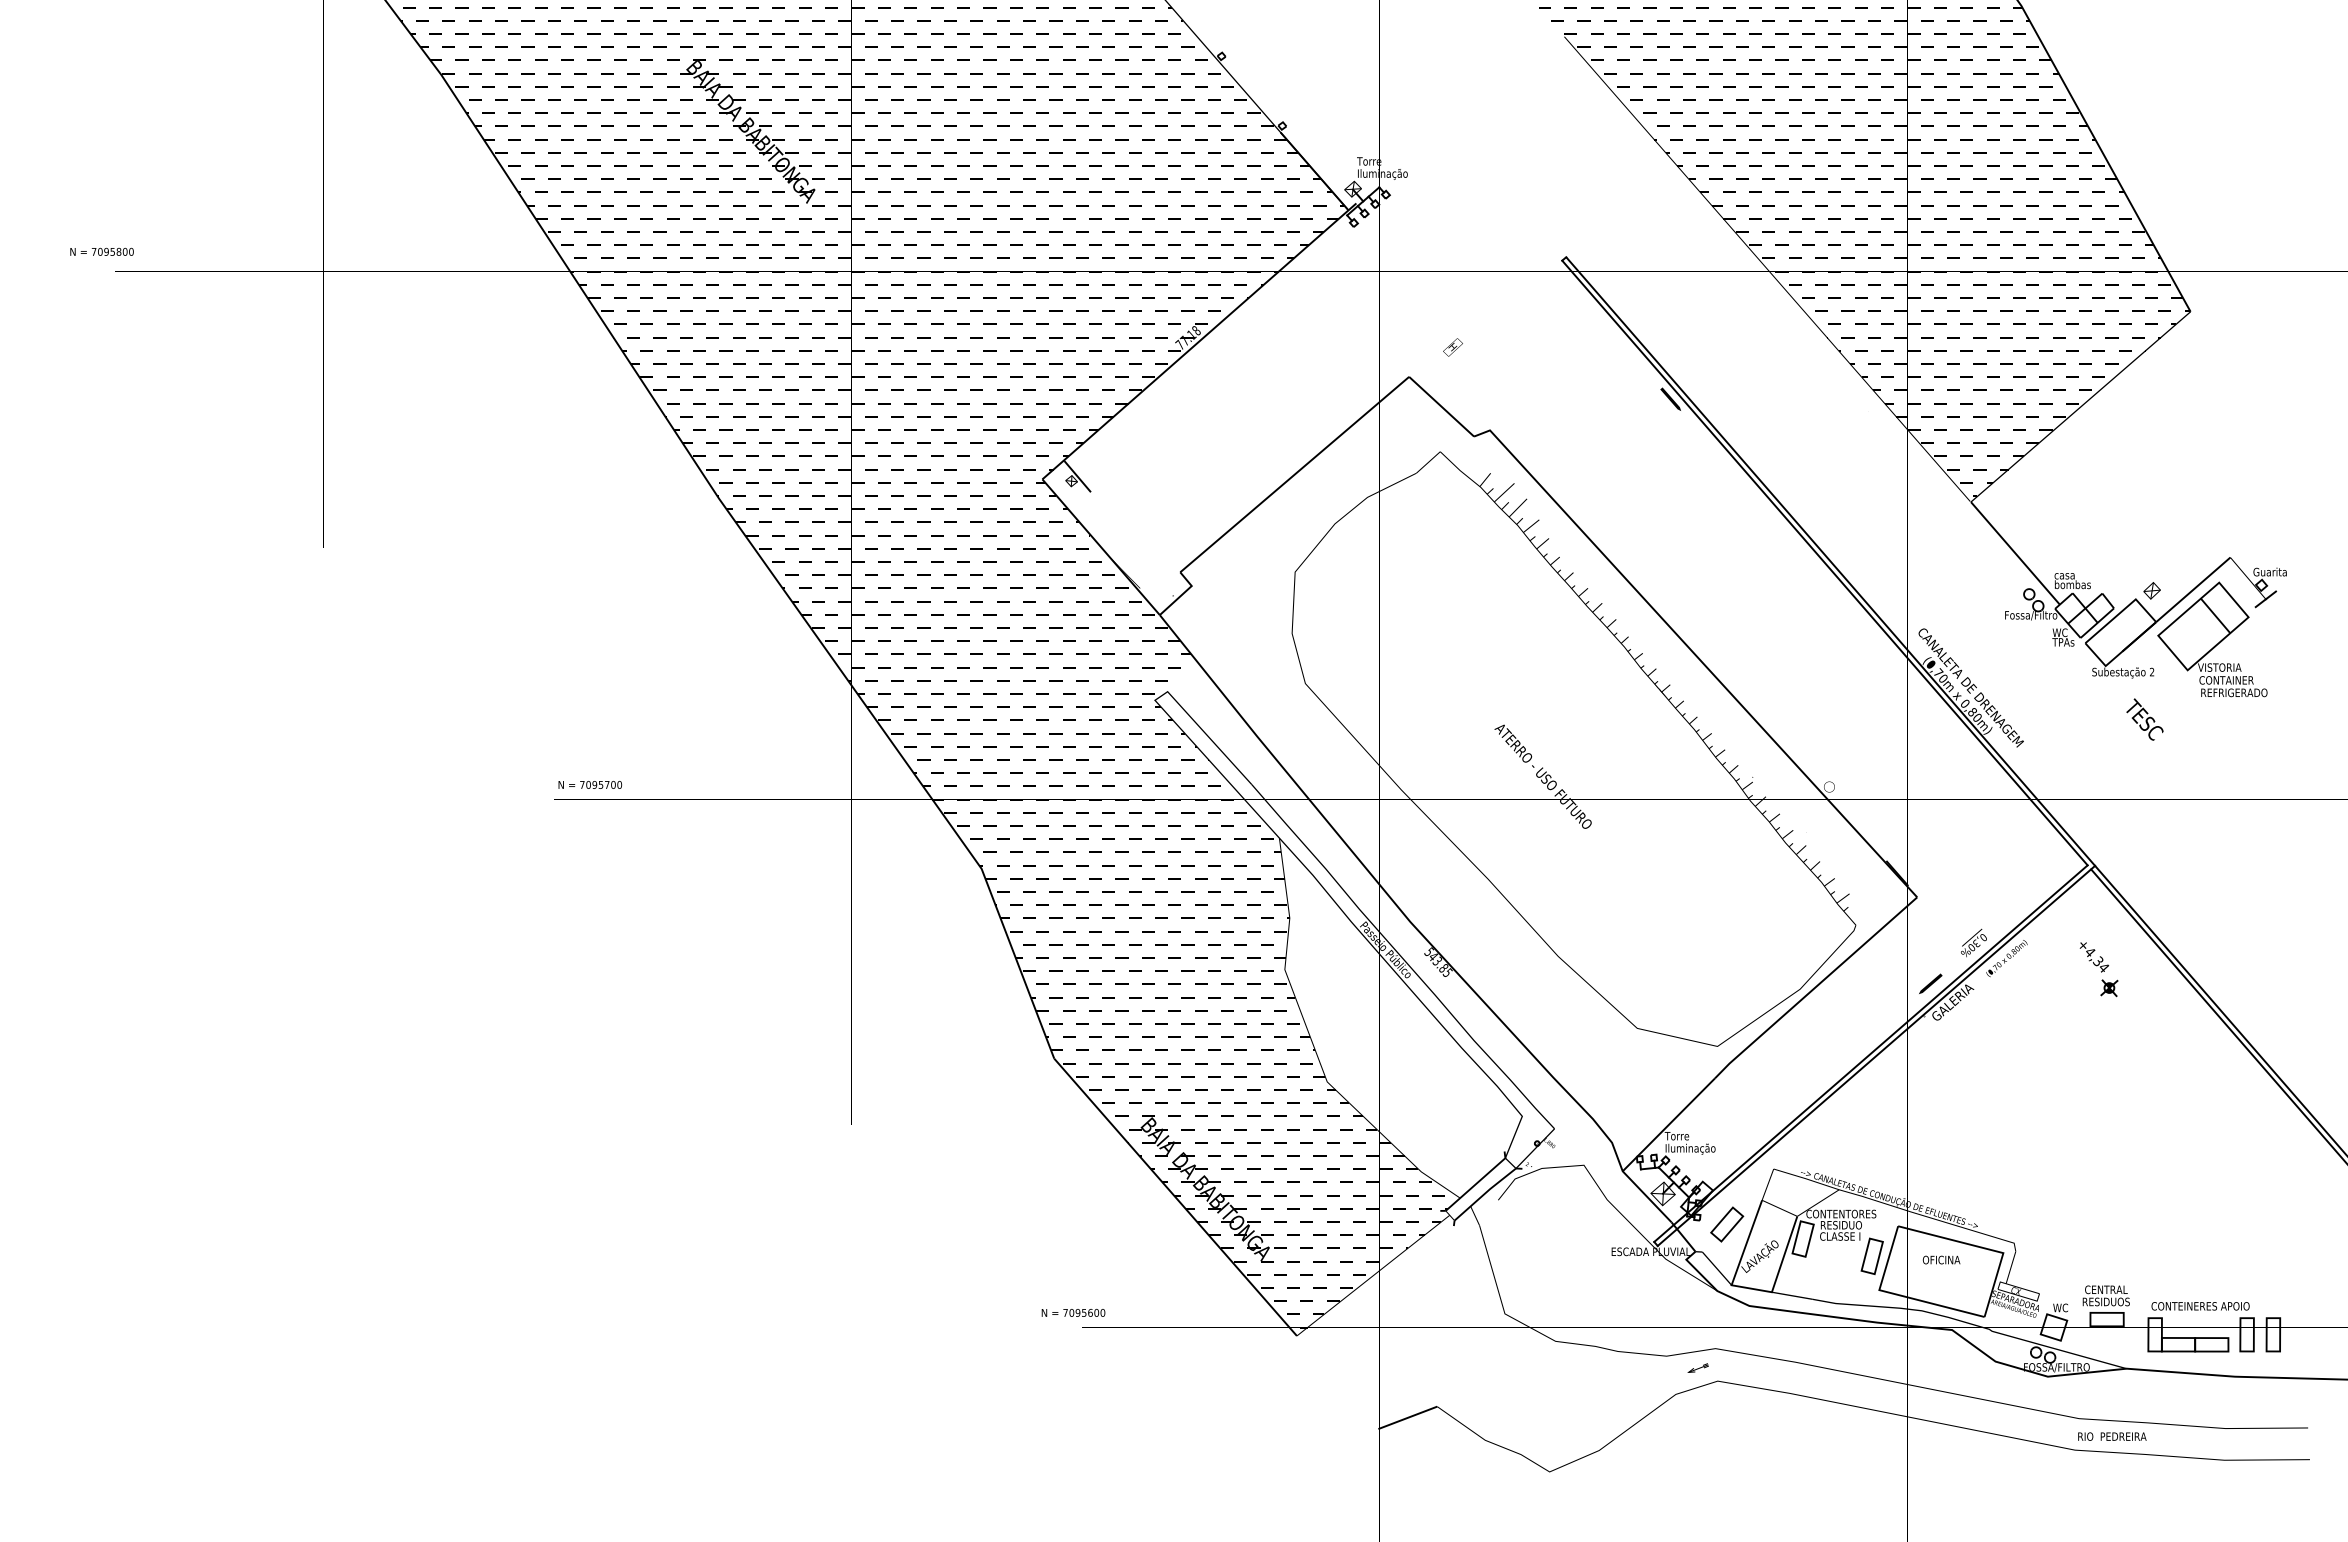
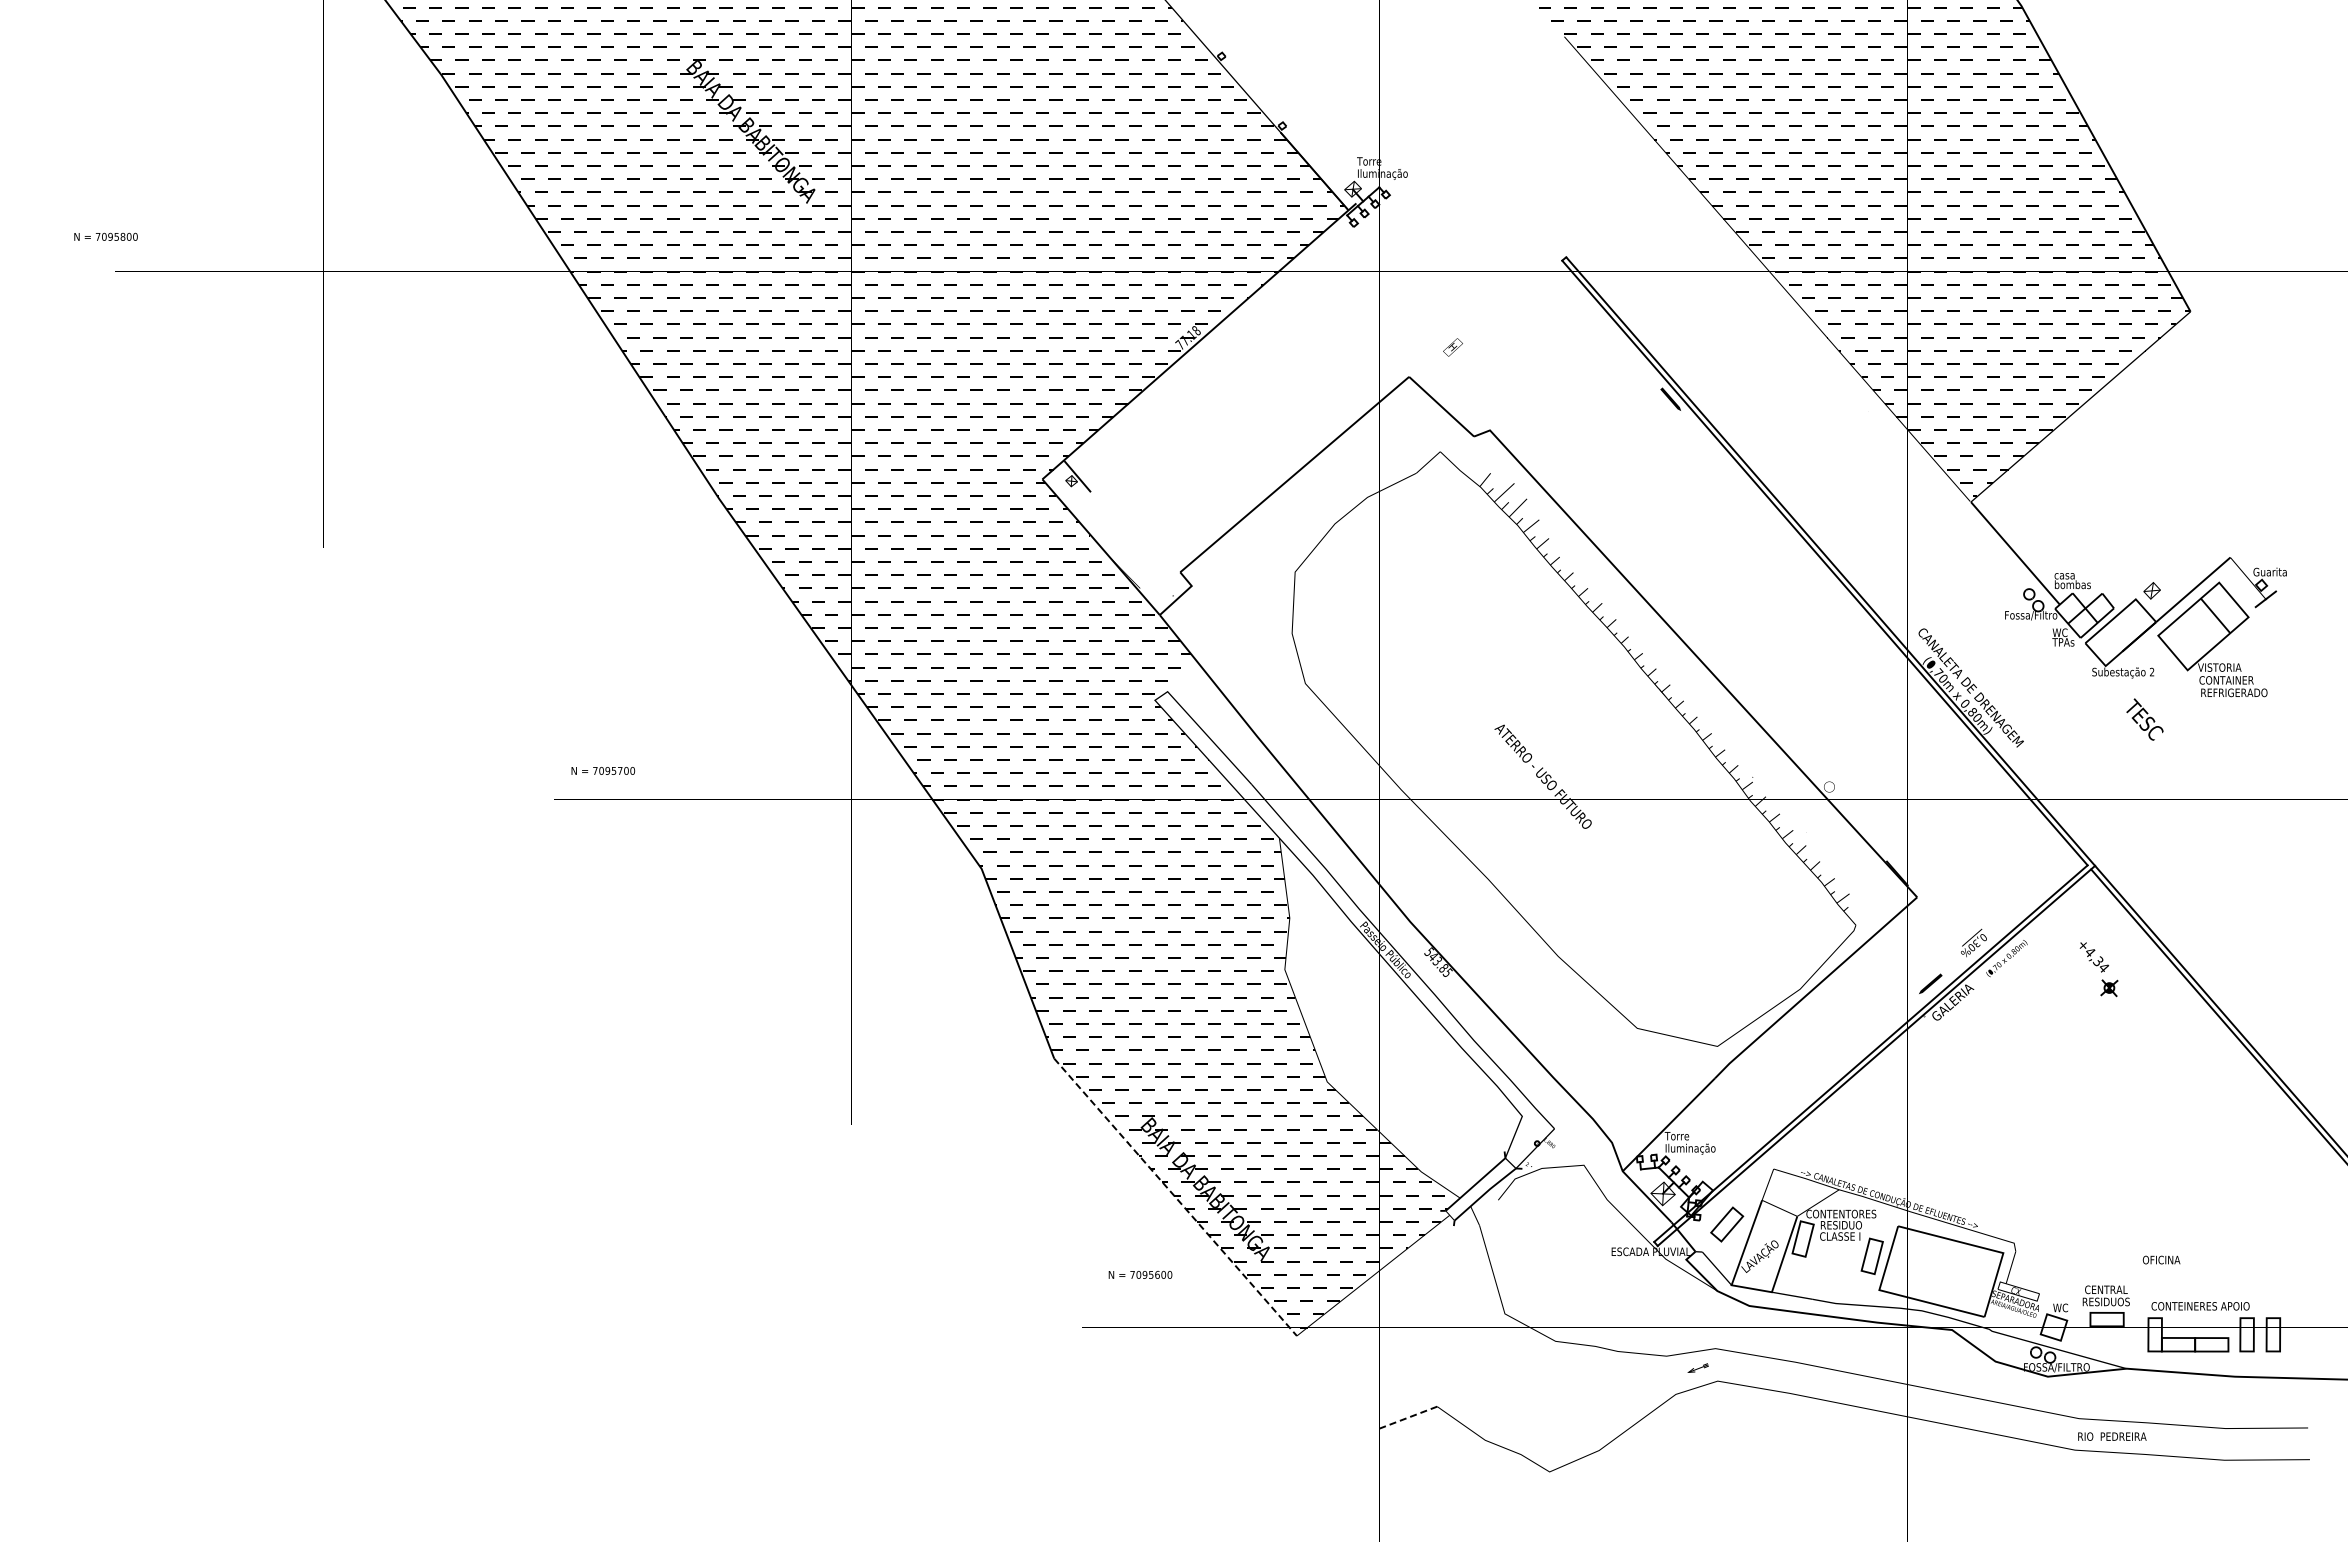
text at (101, 251) position: (101, 251) -> (105, 236)
text at (589, 784) position: (589, 784) -> (602, 770)
line at (1175, 1197): solid -> dashed
text at (1941, 1259) position: (1941, 1259) -> (2161, 1259)
text at (1073, 1312) position: (1073, 1312) -> (1140, 1274)
line at (1407, 1417): solid -> dashed
